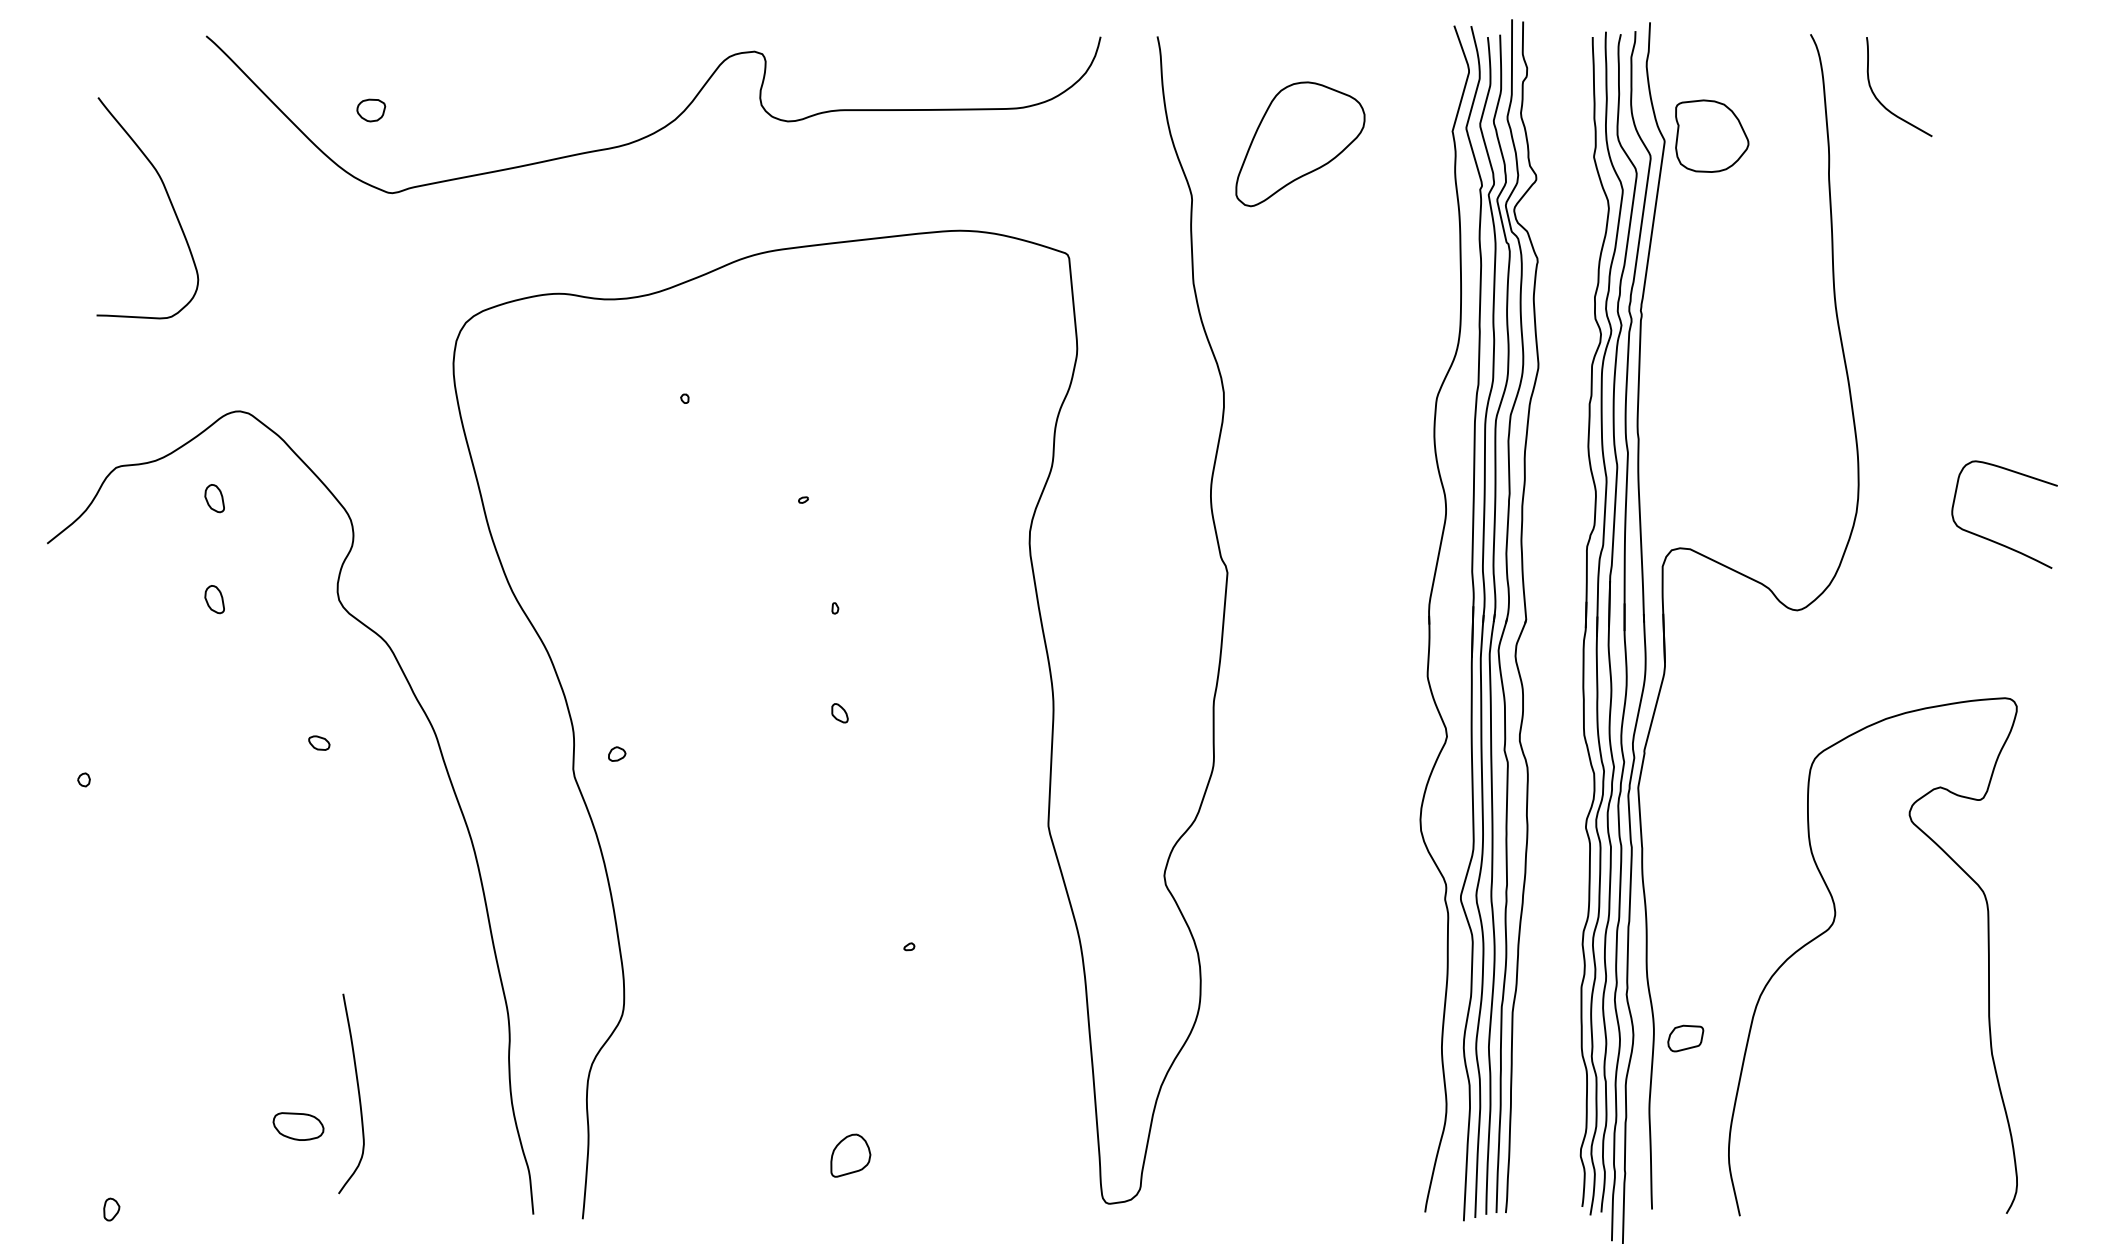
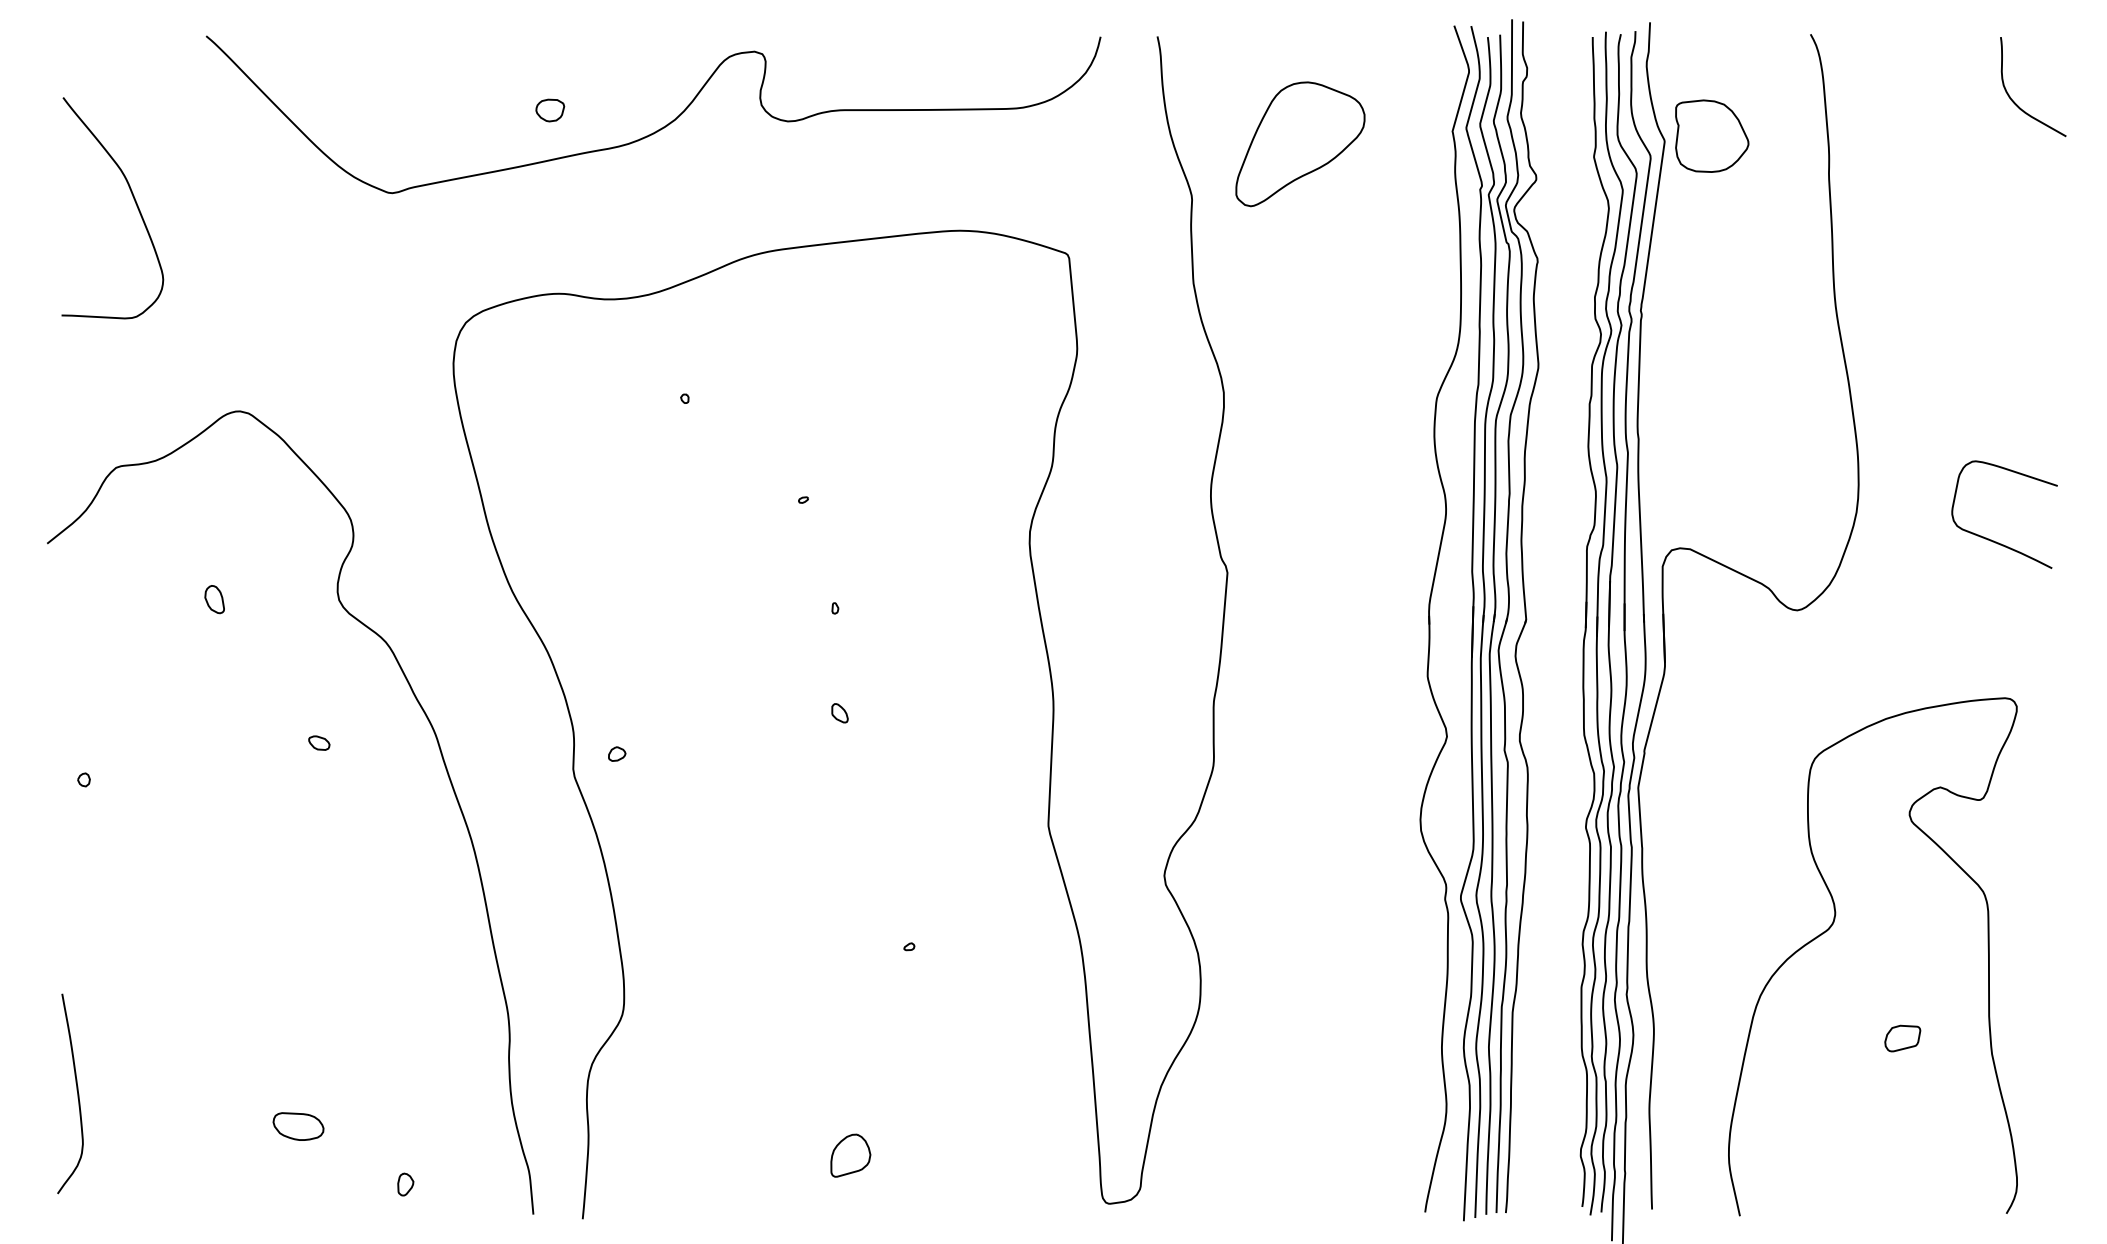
curve at (1882, 103) position: (1882, 103) -> (2016, 103)
part at (371, 110) position: (371, 110) -> (550, 110)
curve at (168, 199) position: (168, 199) -> (133, 199)
part at (214, 498): present -> none
part at (1685, 1038) position: (1685, 1038) -> (1902, 1038)
curve at (357, 1090) position: (357, 1090) -> (76, 1090)
part at (111, 1209) position: (111, 1209) -> (405, 1184)
